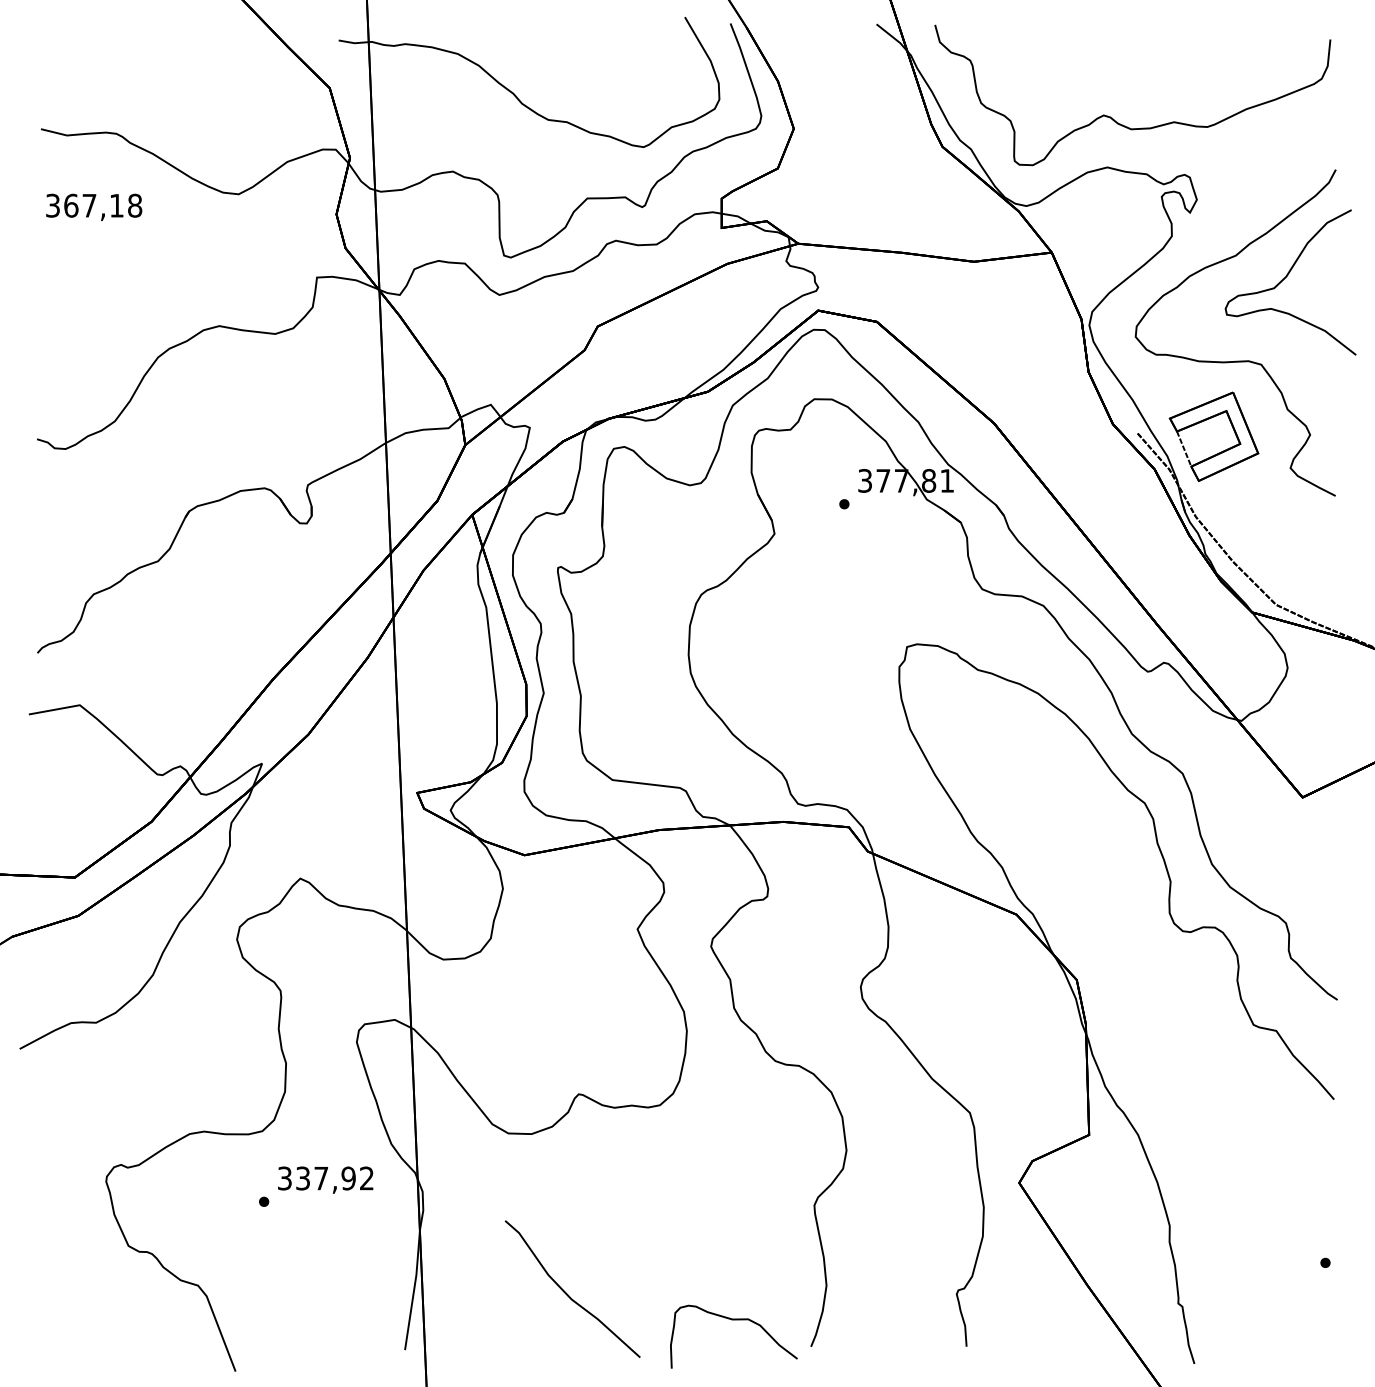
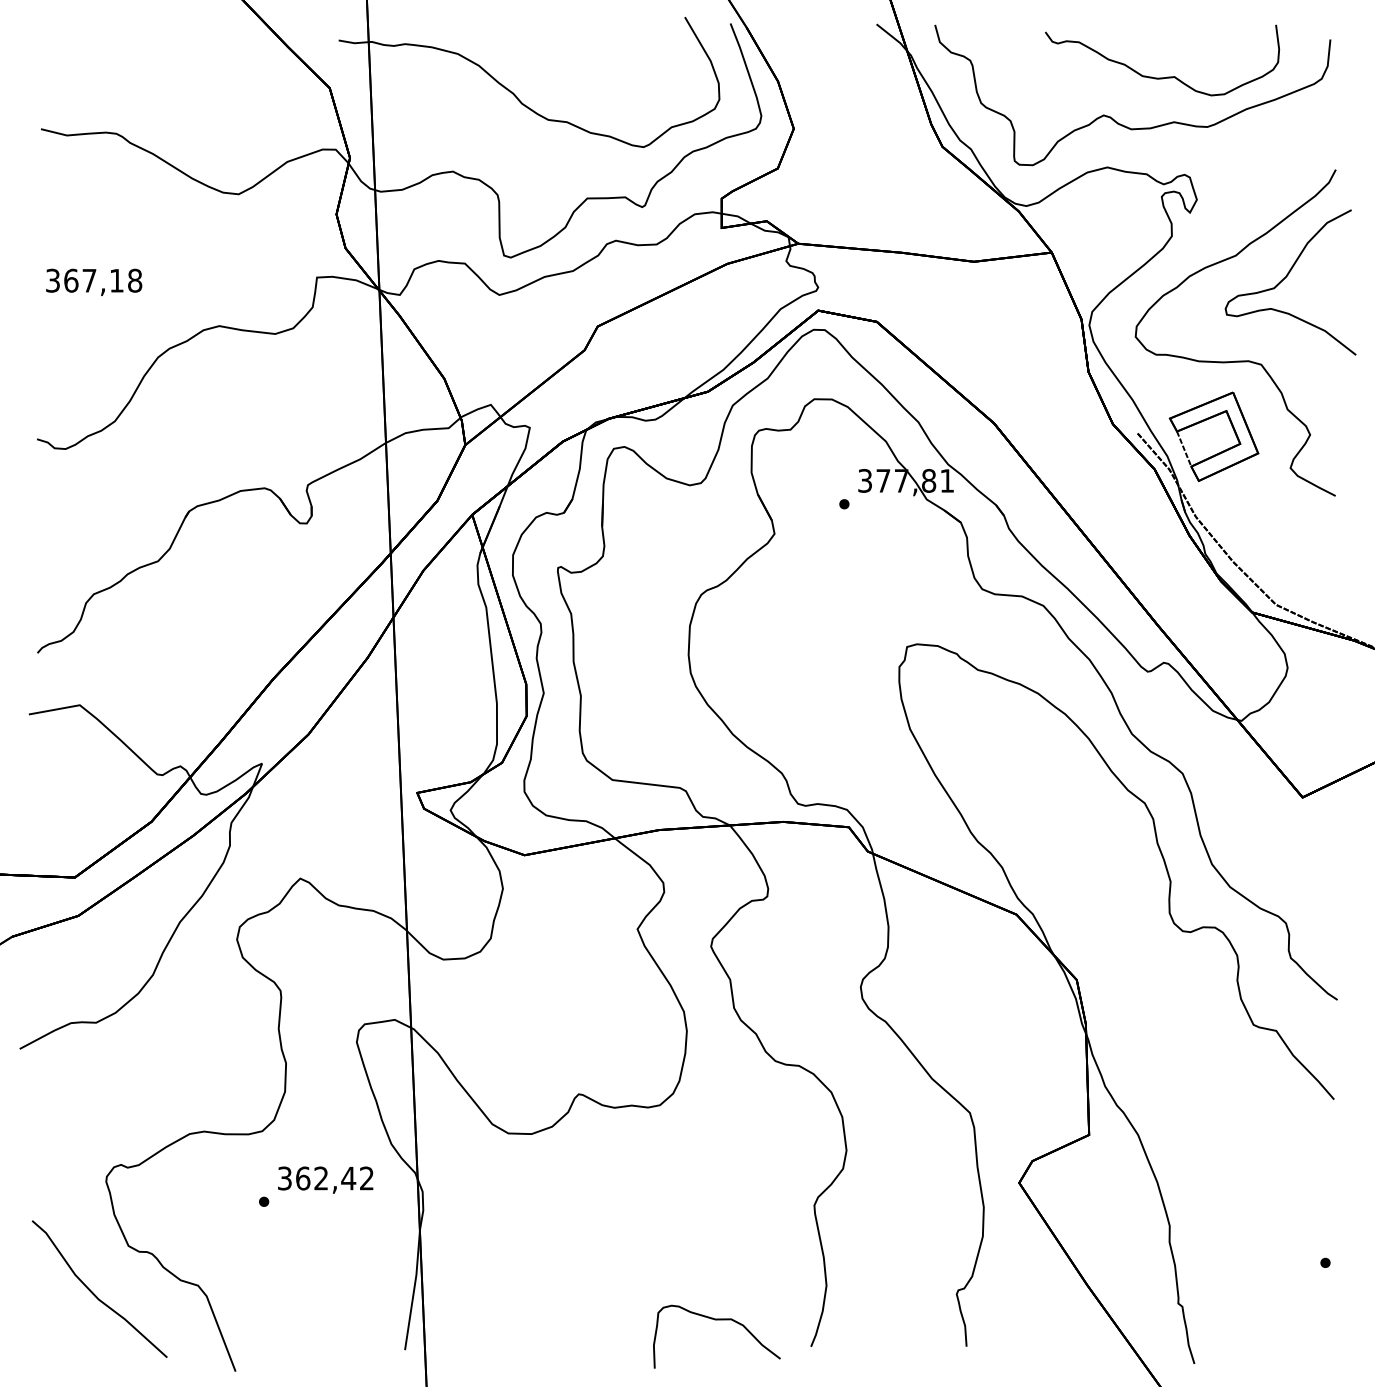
curve at (1167, 76): none -> present
text at (94, 206) position: (94, 206) -> (94, 281)
text at (326, 1178): 337,92 -> 362,42
curve at (567, 1293) position: (567, 1293) -> (94, 1293)
curve at (733, 1320) position: (733, 1320) -> (716, 1320)
